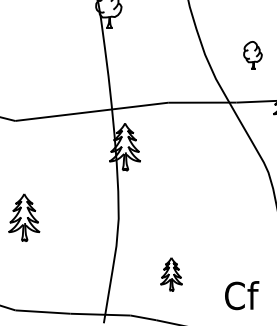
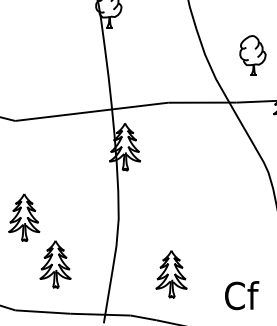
part at (252, 55) size: 20x29 px -> 28x41 px
part at (55, 264): none -> present
part at (171, 274) size: 23x35 px -> 33x49 px
